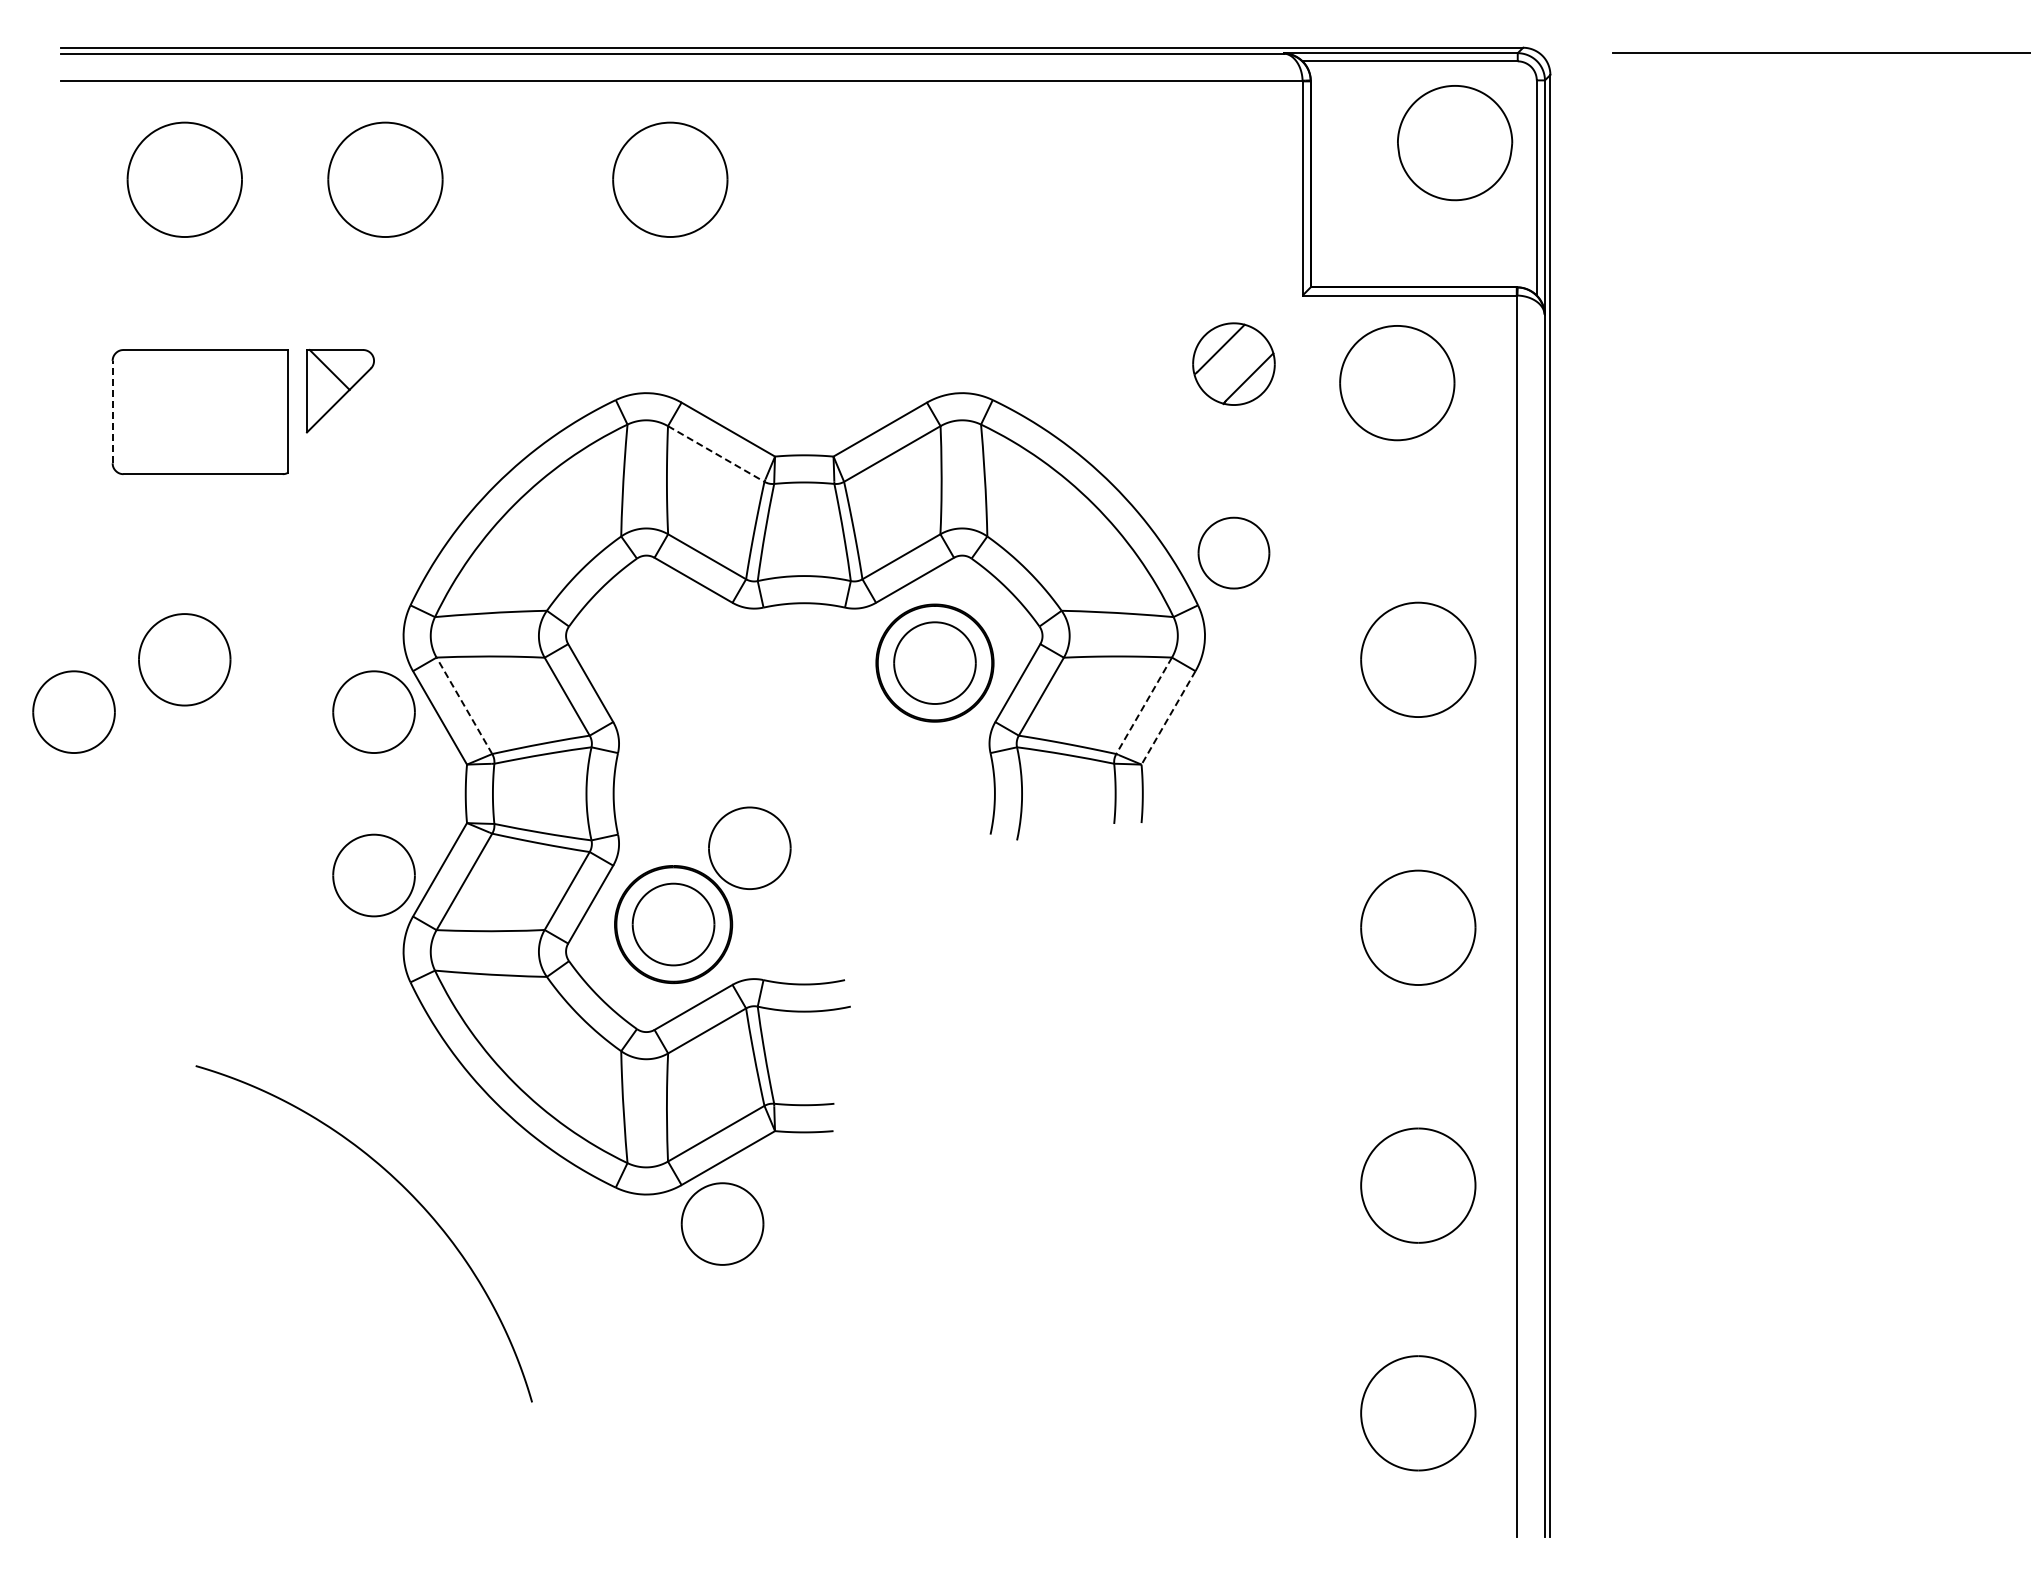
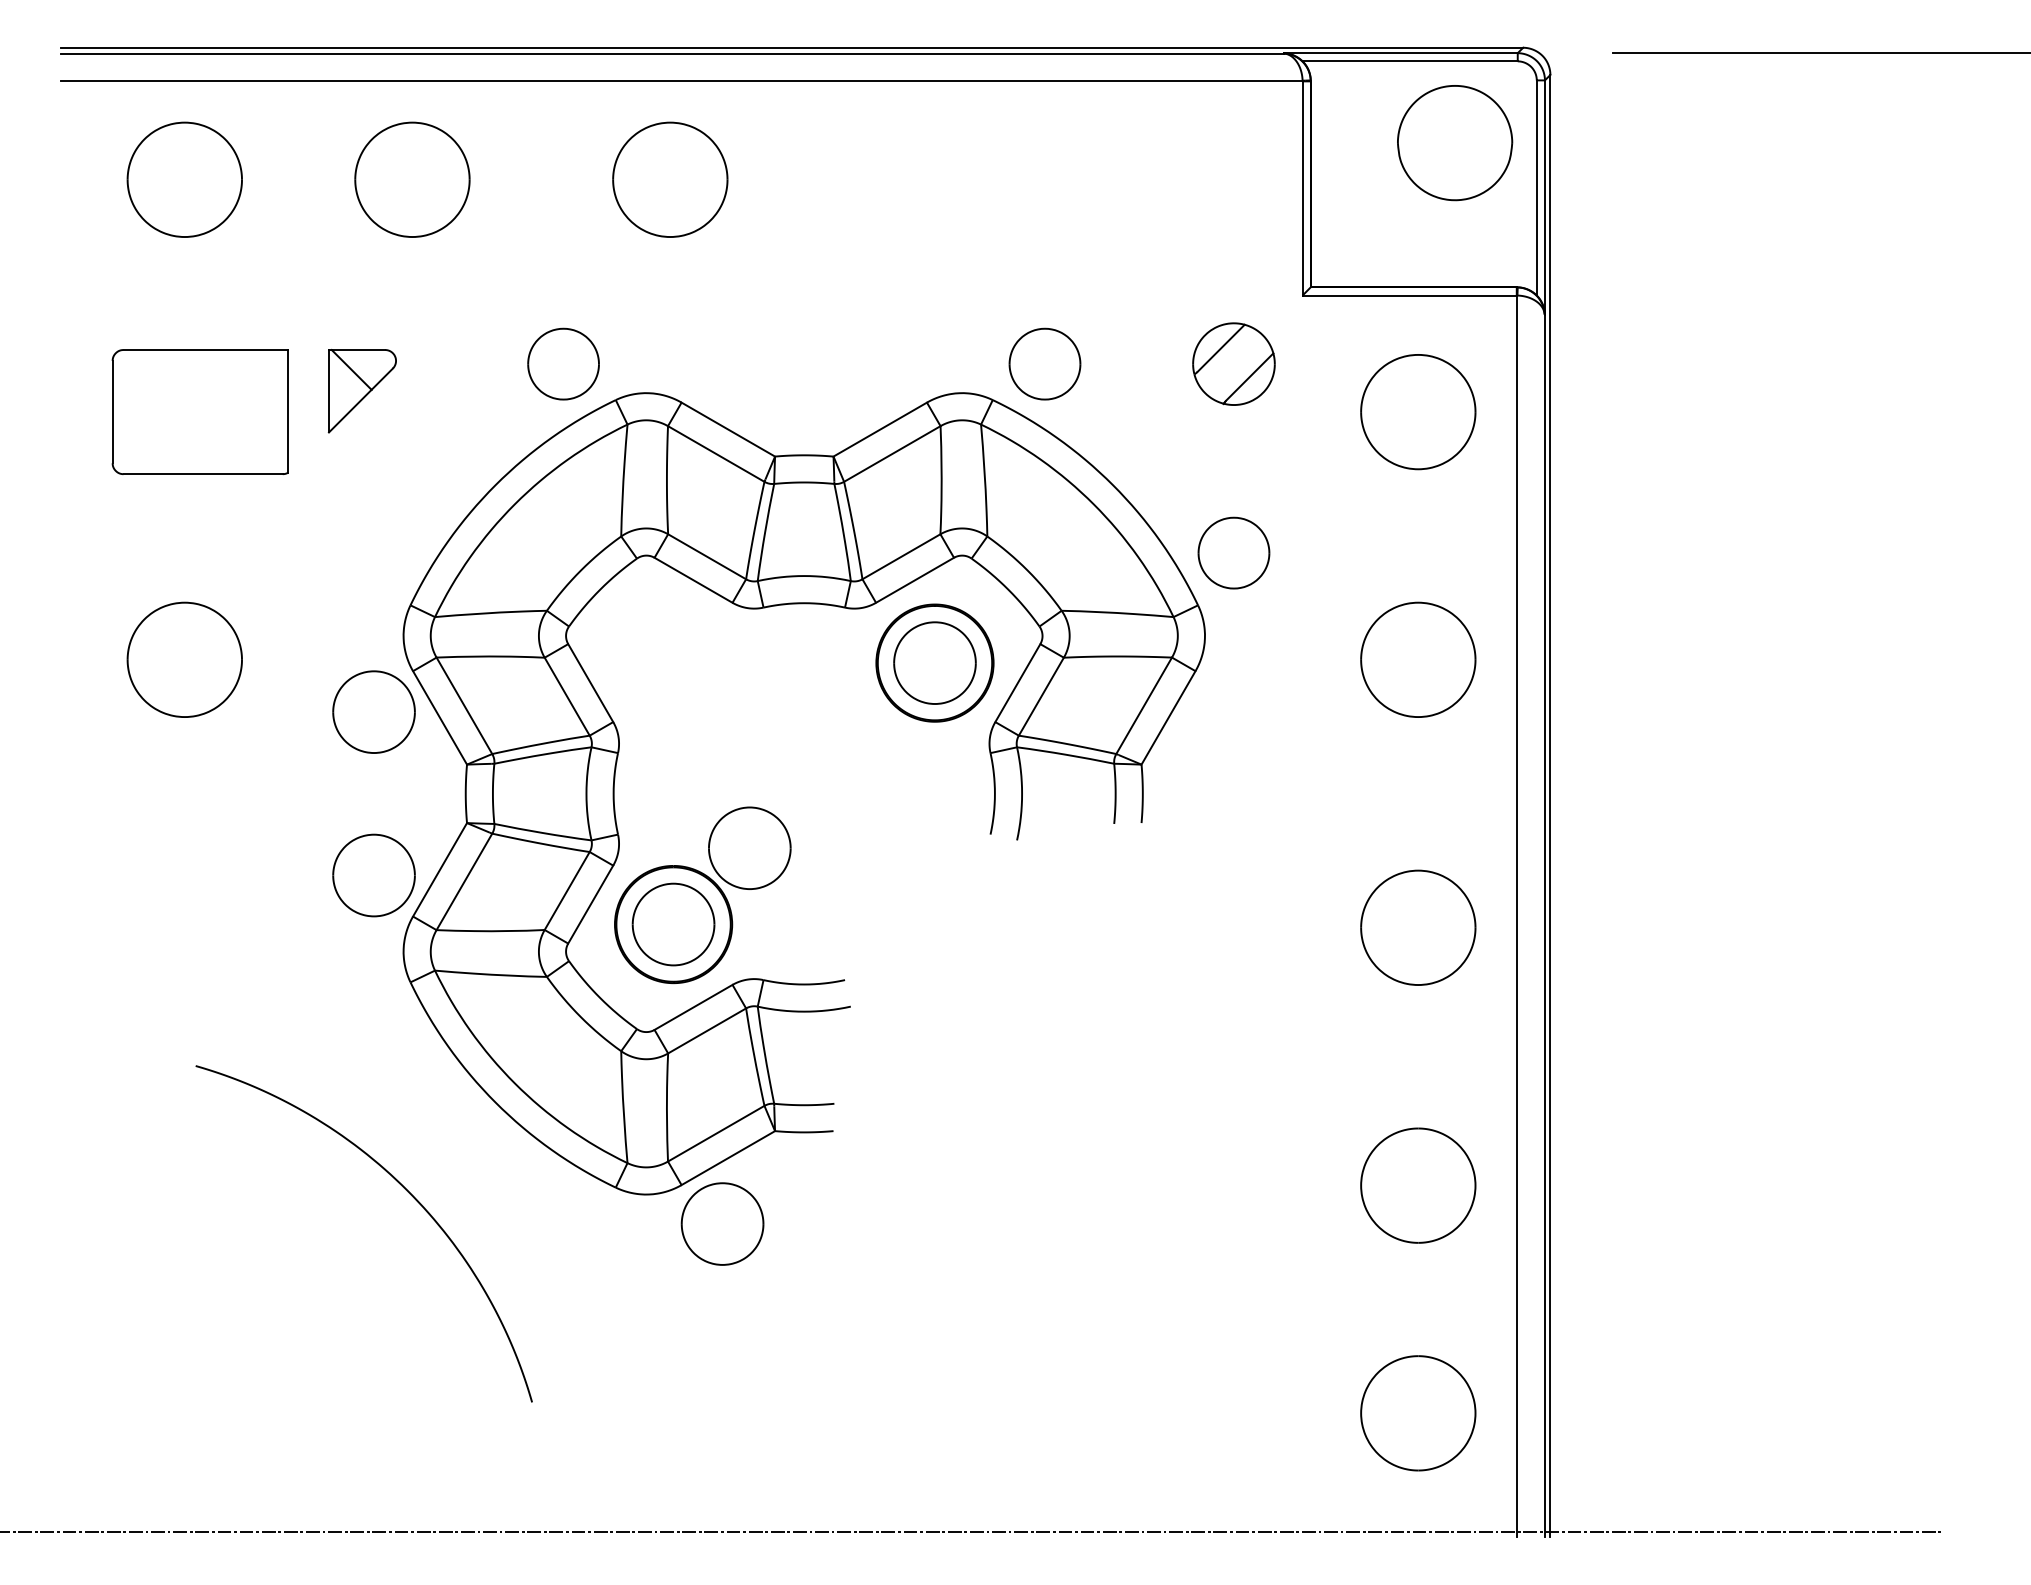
part at (385, 179) position: (385, 179) -> (412, 179)
part at (563, 363): none -> present
part at (1044, 363): none -> present
part at (1397, 383) position: (1397, 383) -> (1418, 412)
part at (339, 391) position: (339, 391) -> (361, 391)
line at (112, 411): dashed -> solid
line at (716, 454): dashed -> solid
part at (184, 659) size: 94x94 px -> 117x117 px
line at (464, 705): dashed -> solid
line at (1144, 705): dashed -> solid
part at (73, 711): present -> none
line at (1168, 717): dashed -> solid
line at (971, 1531): none -> present
